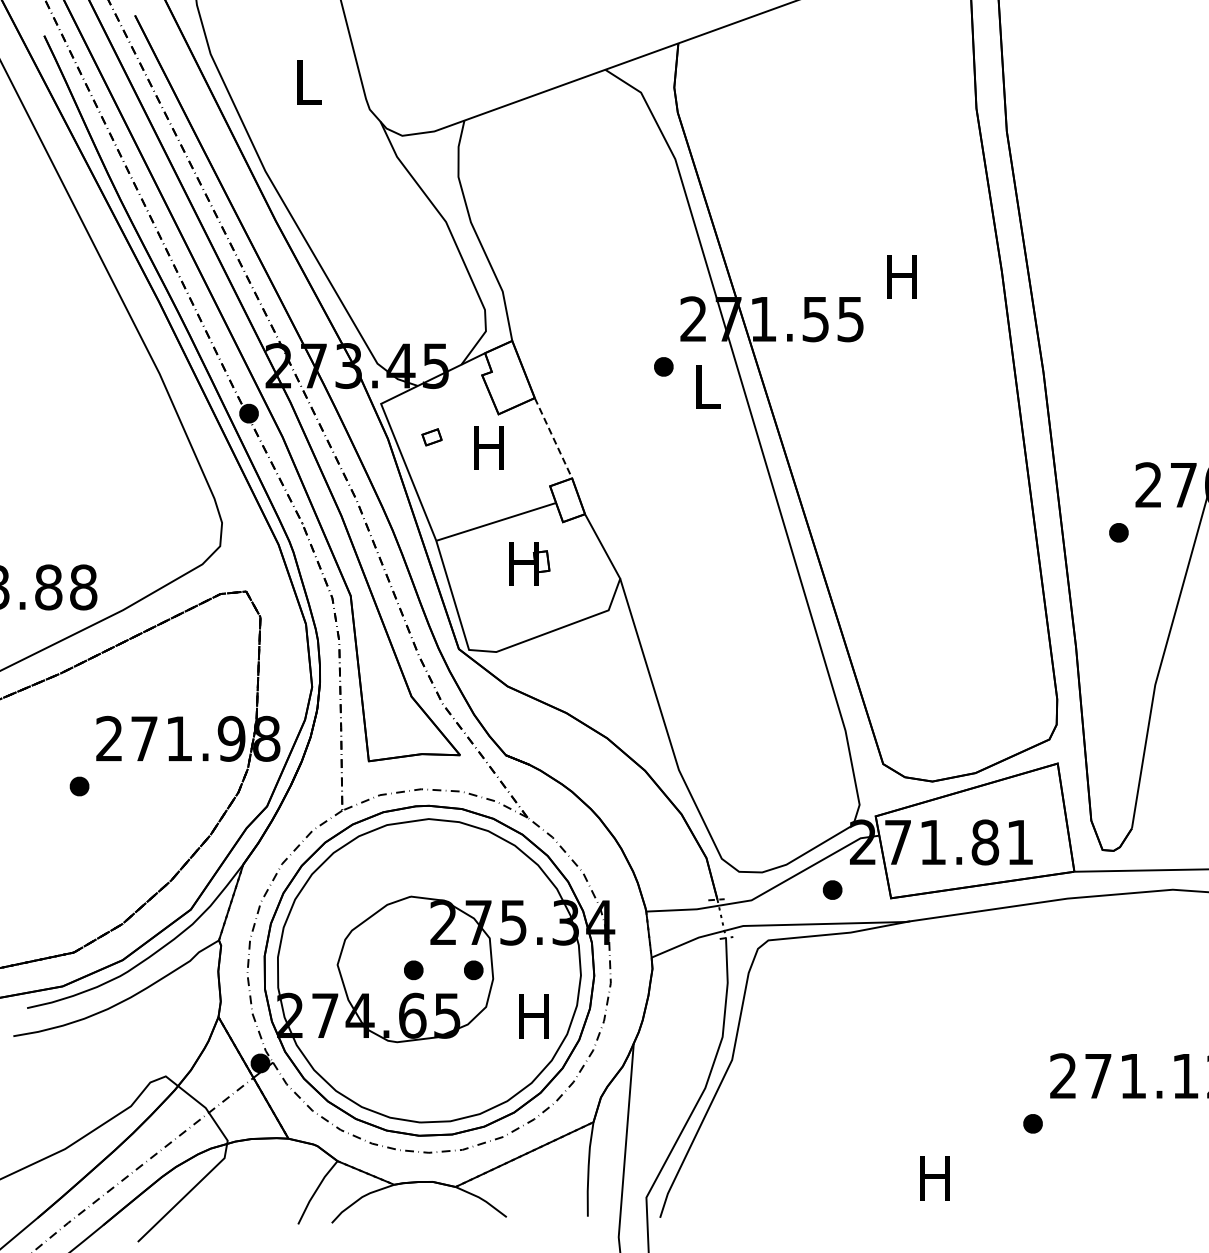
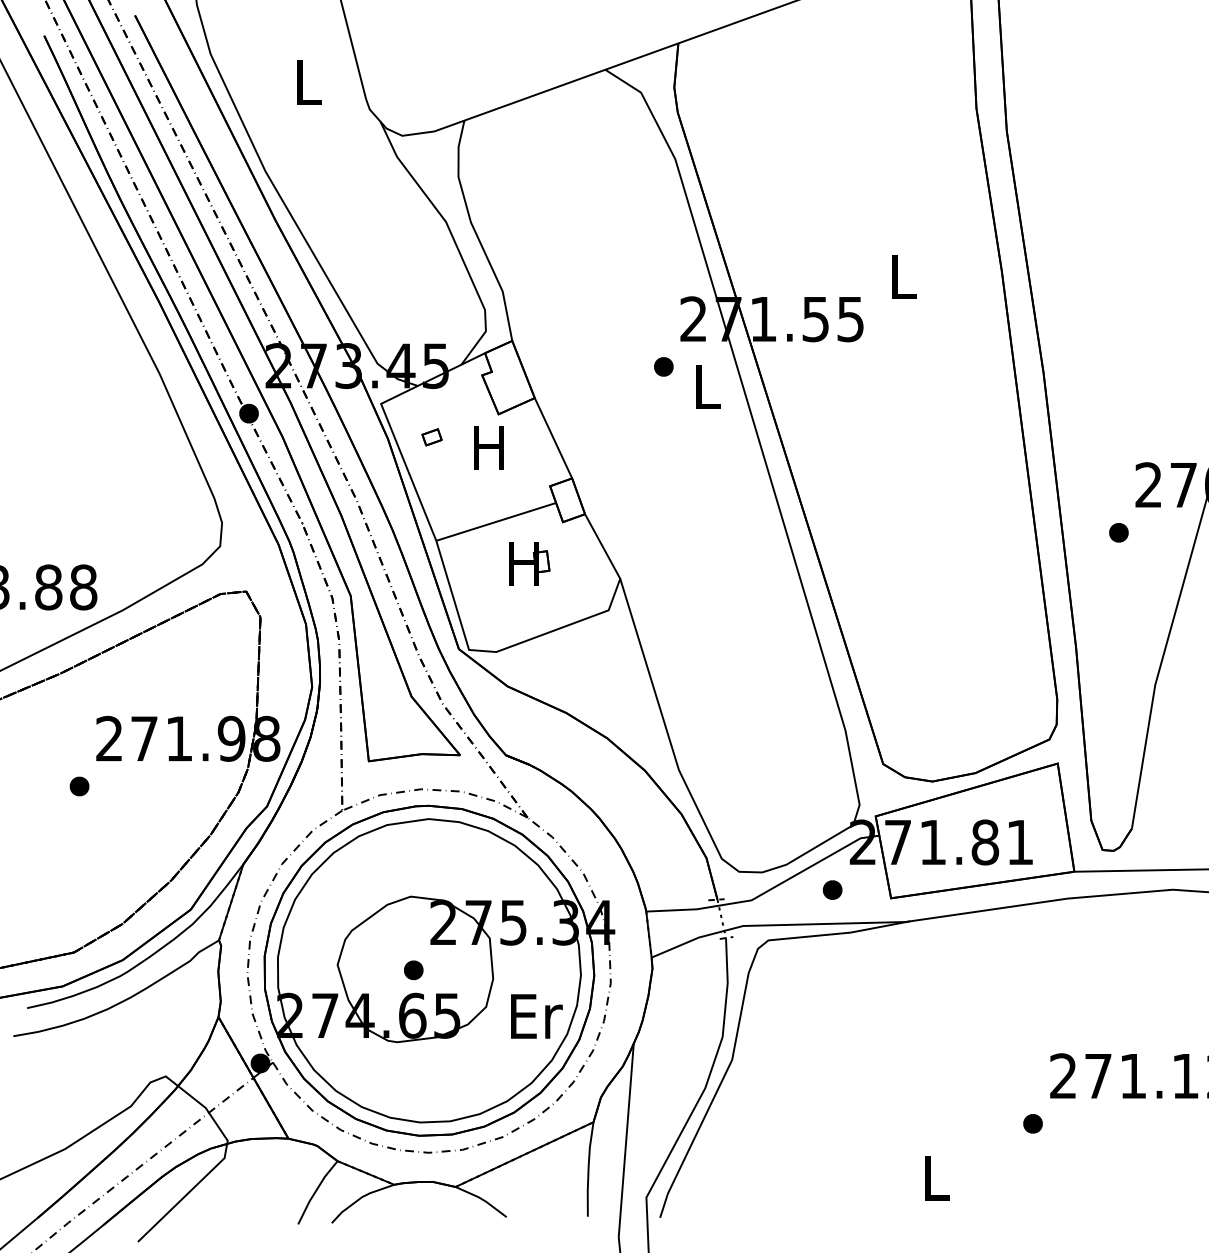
text at (901, 276): H -> L
line at (553, 438): dashed -> solid
part at (473, 970): present -> none
text at (536, 1016): H -> Er
text at (934, 1178): H -> L
